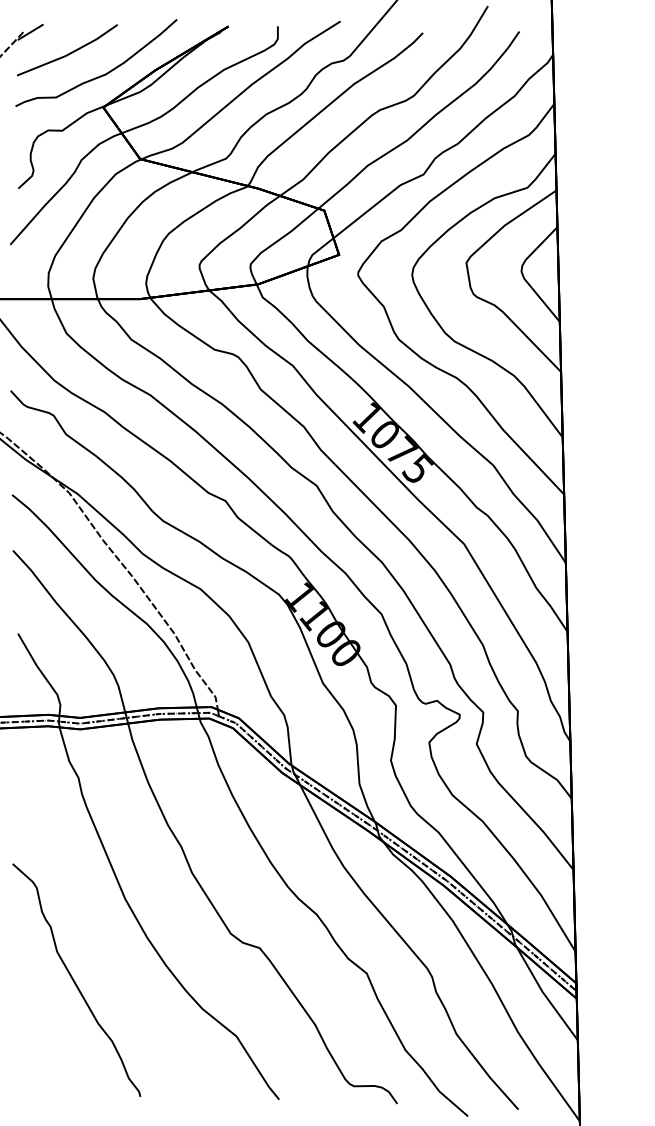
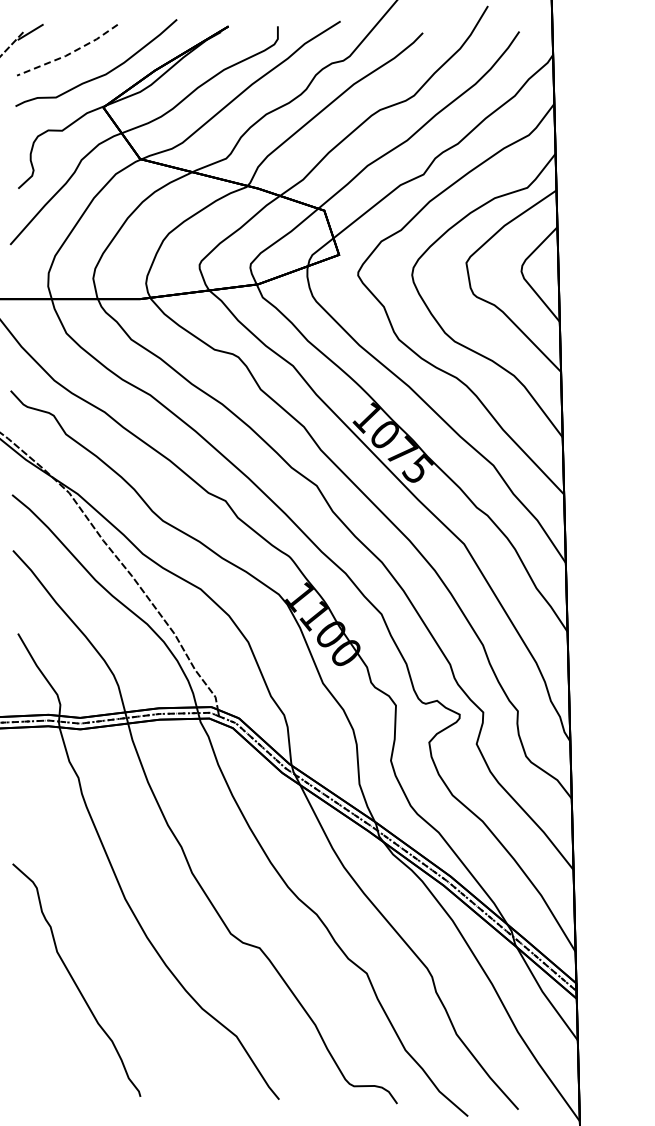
line at (69, 54): solid -> dashed
